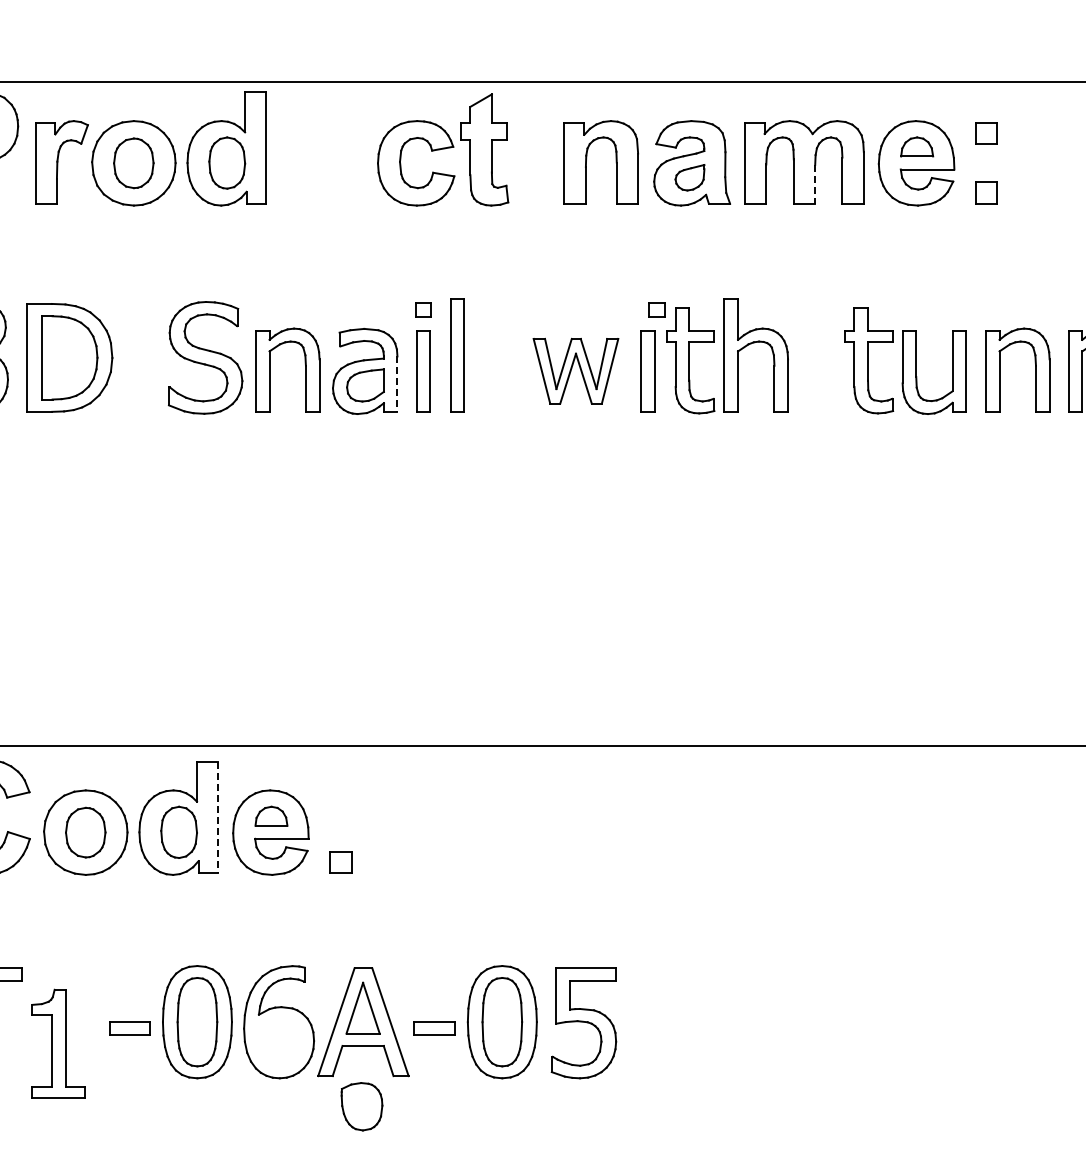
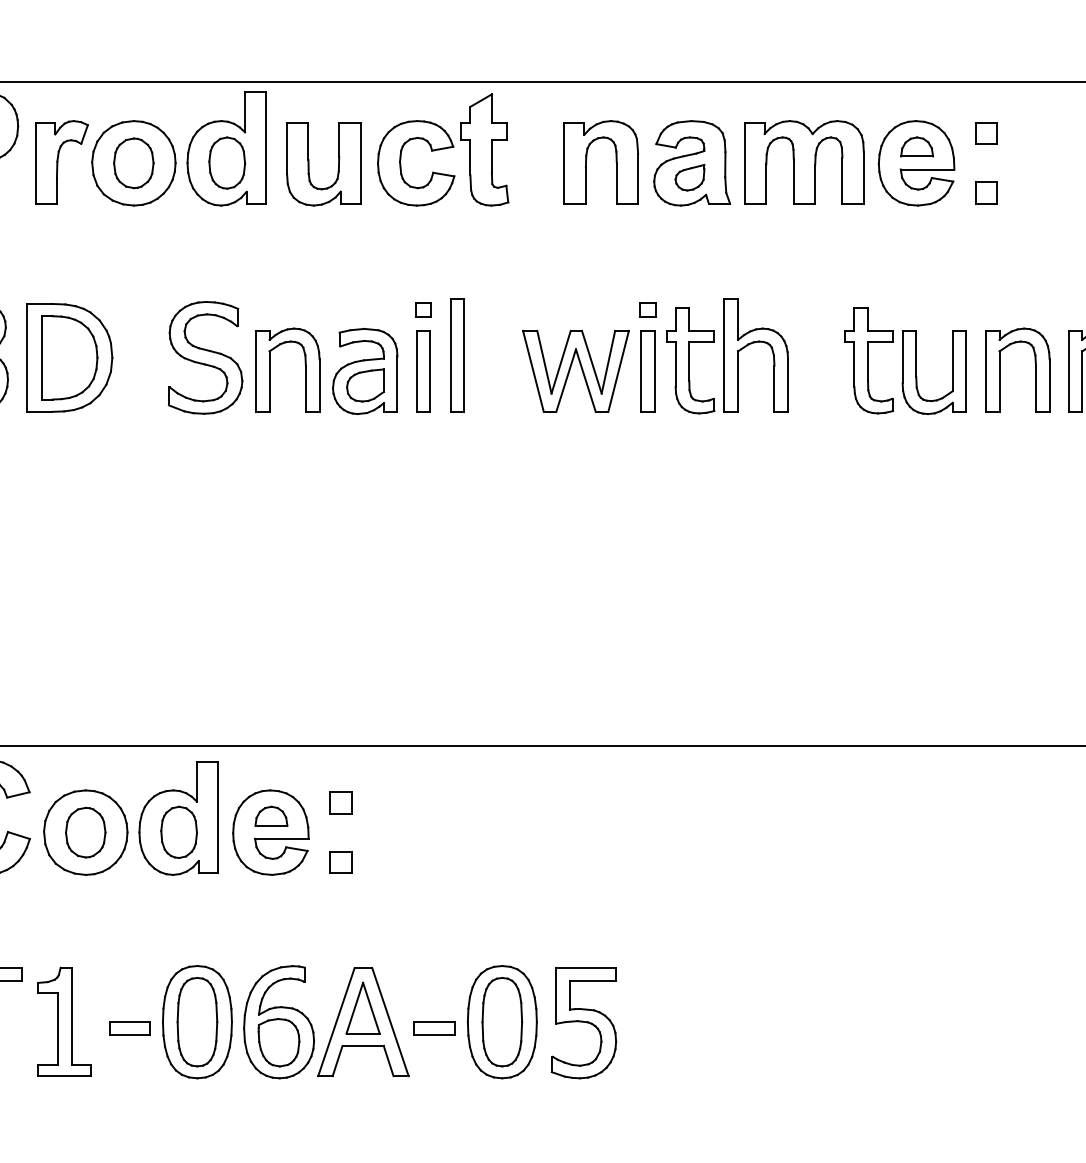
part at (309, 164): none -> present
line at (815, 184): dashed -> solid
part at (656, 309) position: (656, 309) -> (647, 309)
part at (575, 370) size: 88x68 px -> 108x84 px
line at (397, 384): dashed -> solid
part at (340, 802): none -> present
line at (218, 817): dashed -> solid
part at (58, 1043) position: (58, 1043) -> (64, 1021)
part at (361, 1106) position: (361, 1106) -> (278, 1042)
